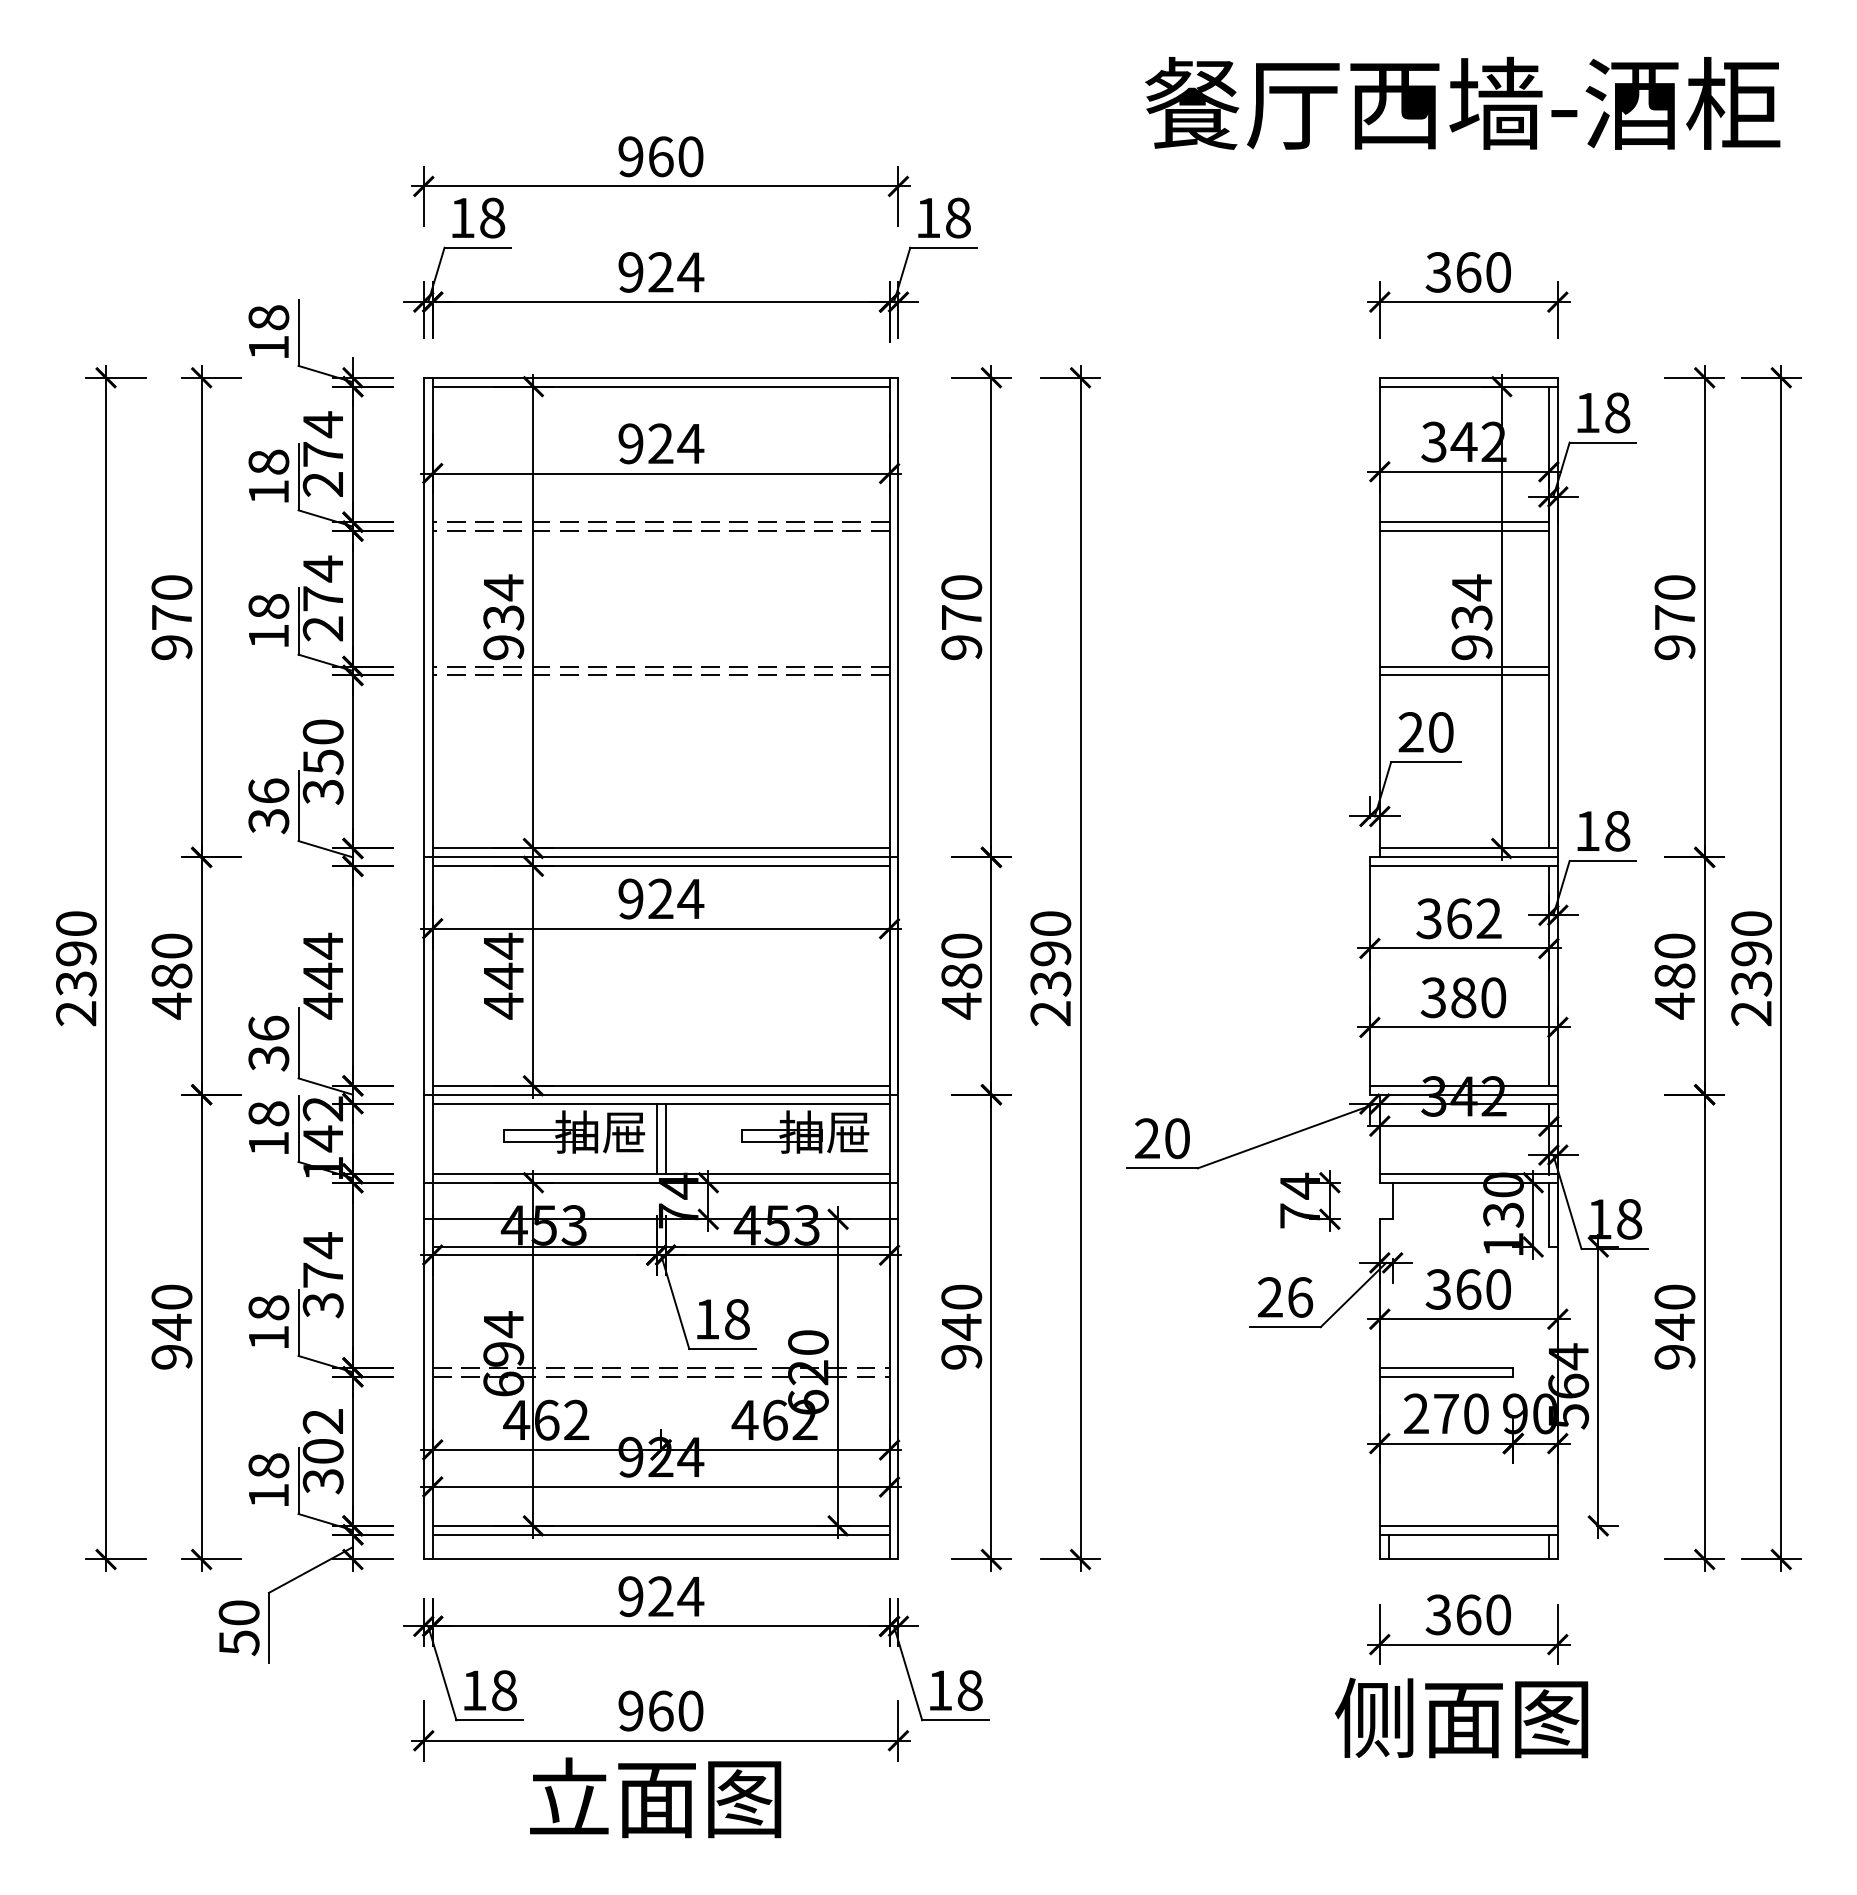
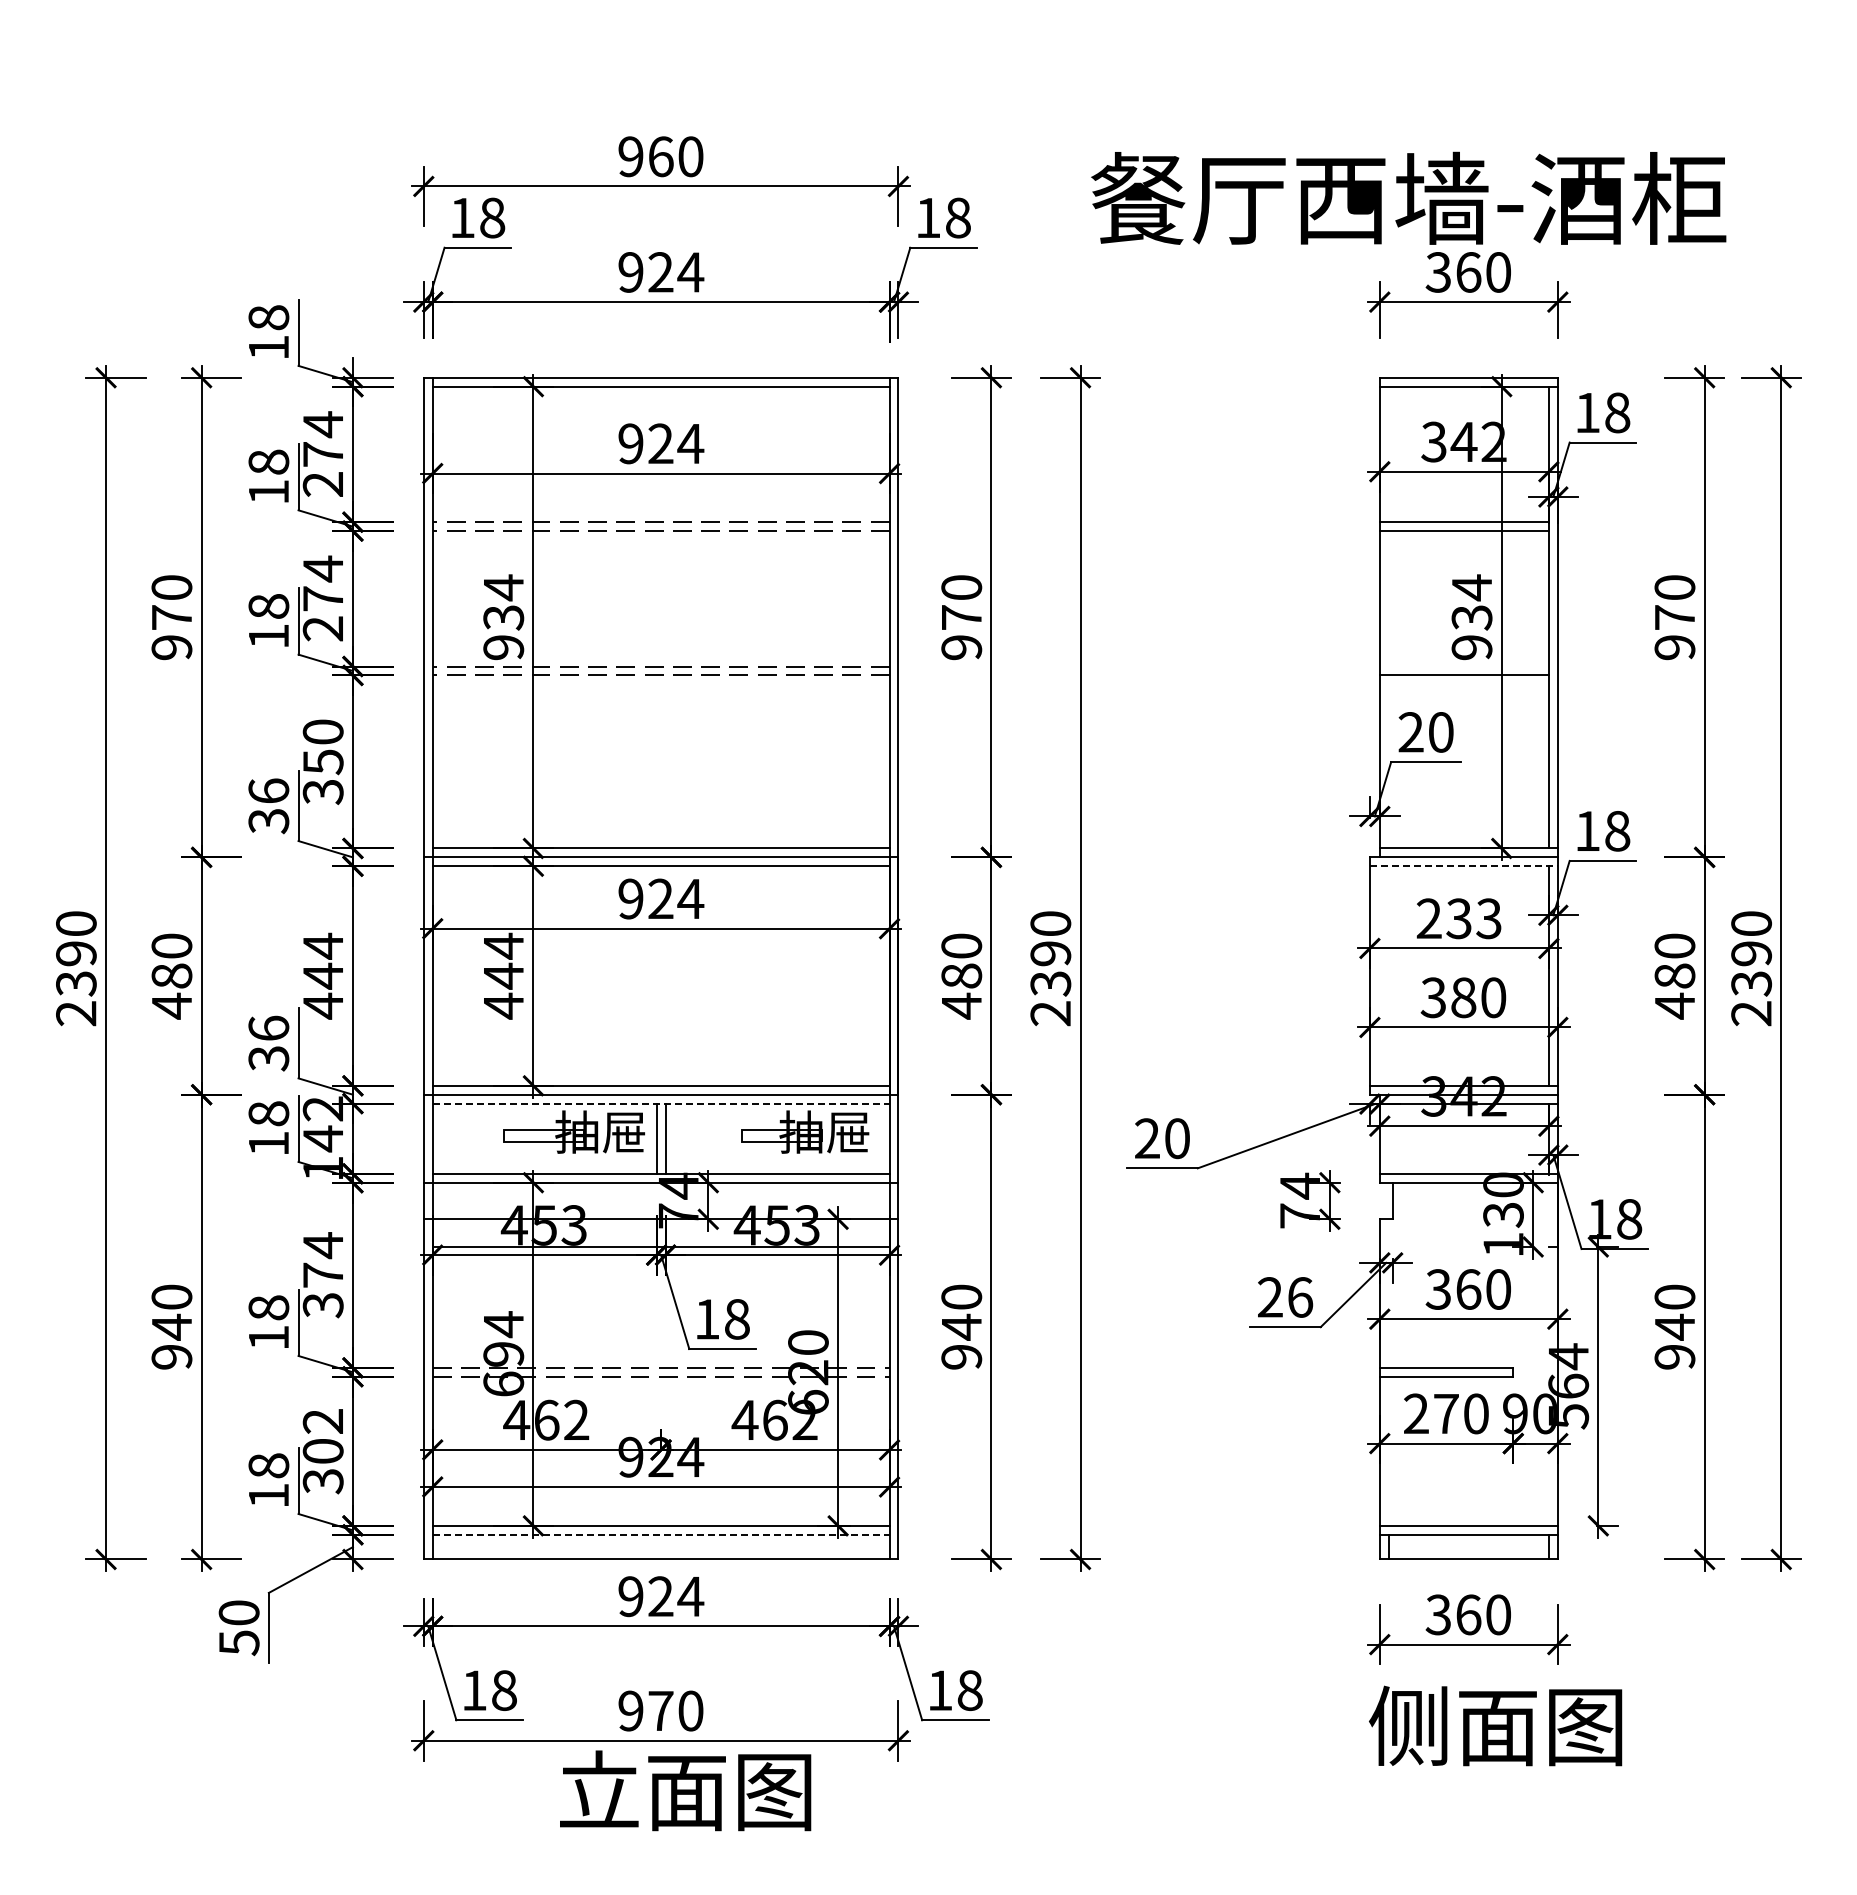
text at (1462, 102) position: (1462, 102) -> (1408, 197)
line at (1463, 666): present -> none
line at (1463, 866): solid -> dashed
text at (1458, 918): 362 -> 233
line at (661, 1103): solid -> dashed
line at (1548, 1214): present -> none
line at (661, 1534): solid -> dashed
text at (660, 1710): 960 -> 970
text at (1461, 1717) position: (1461, 1717) -> (1495, 1725)
text at (655, 1797) position: (655, 1797) -> (685, 1790)
